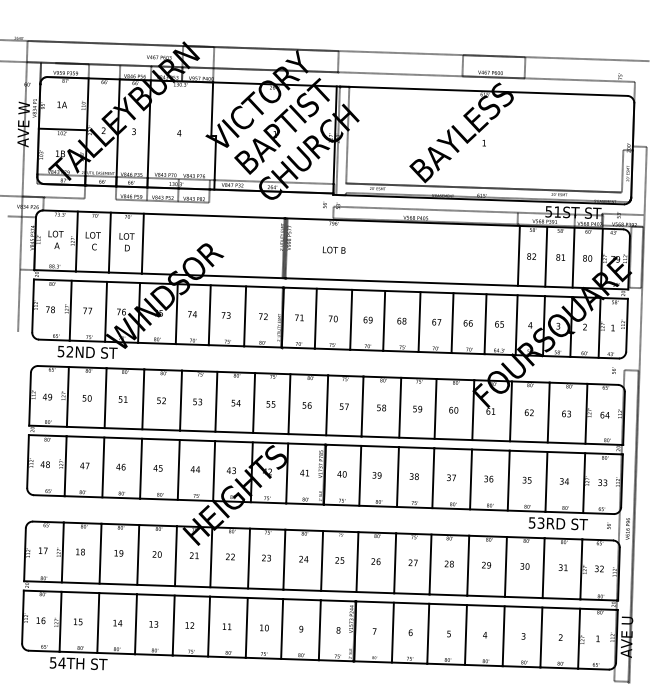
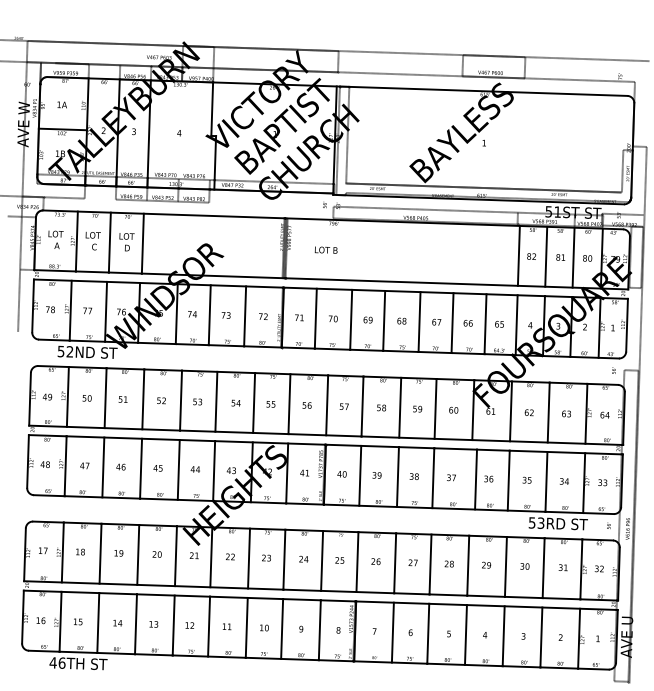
text at (333, 249) position: (333, 249) -> (325, 249)
line at (471, 479) position: (471, 479) -> (476, 479)
text at (57, 662): 54TH -> 46TH
